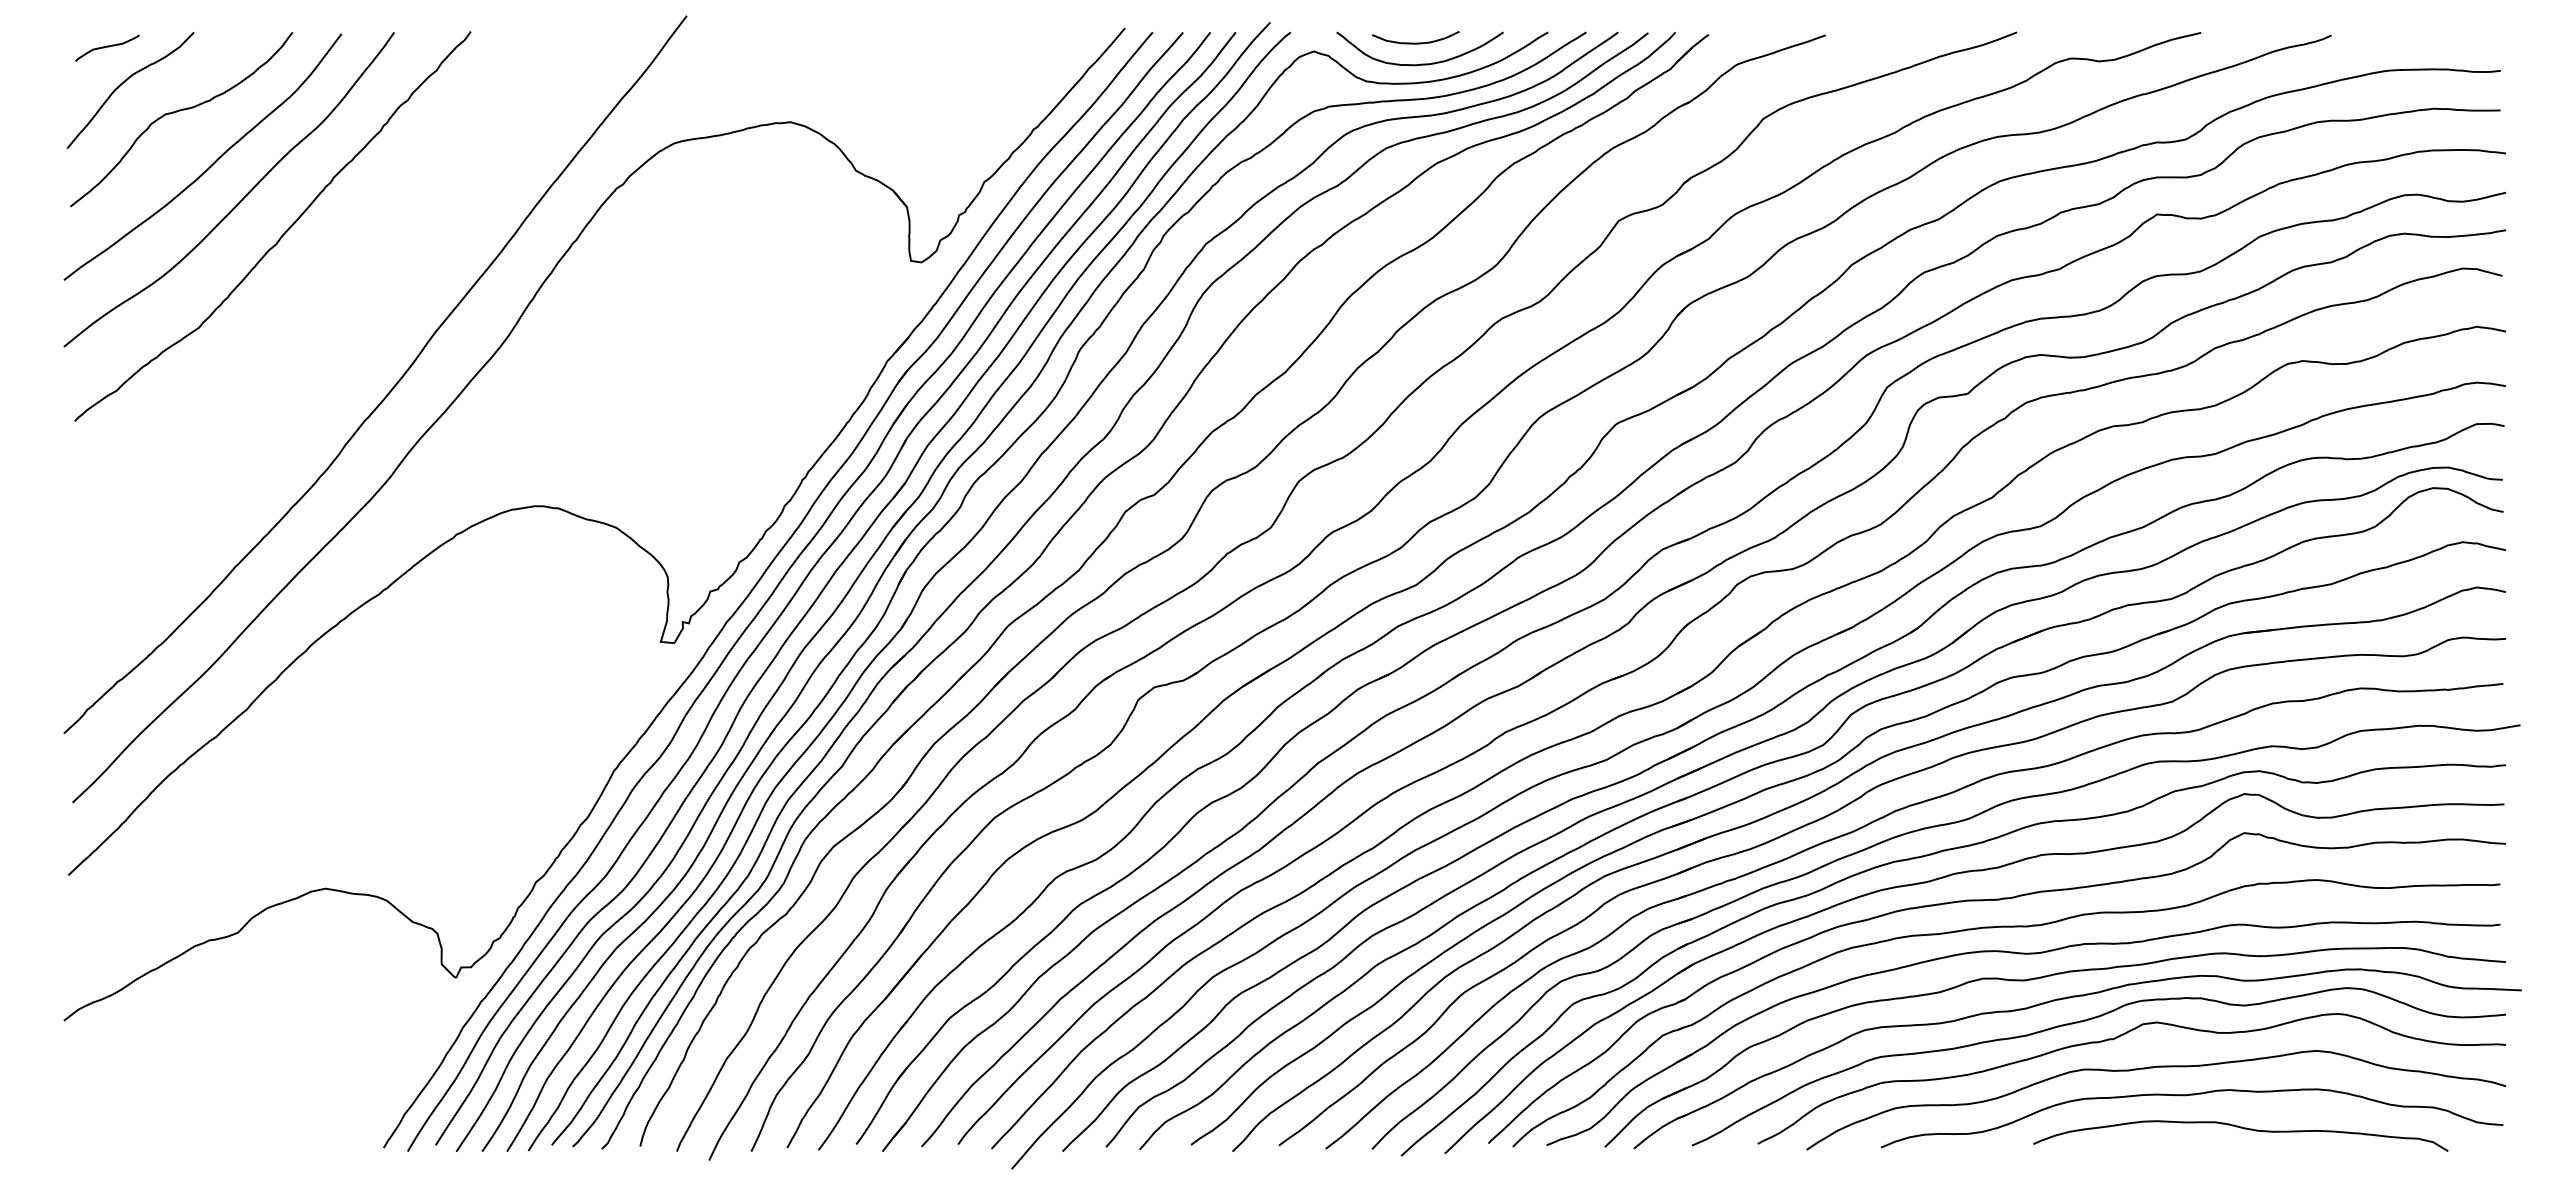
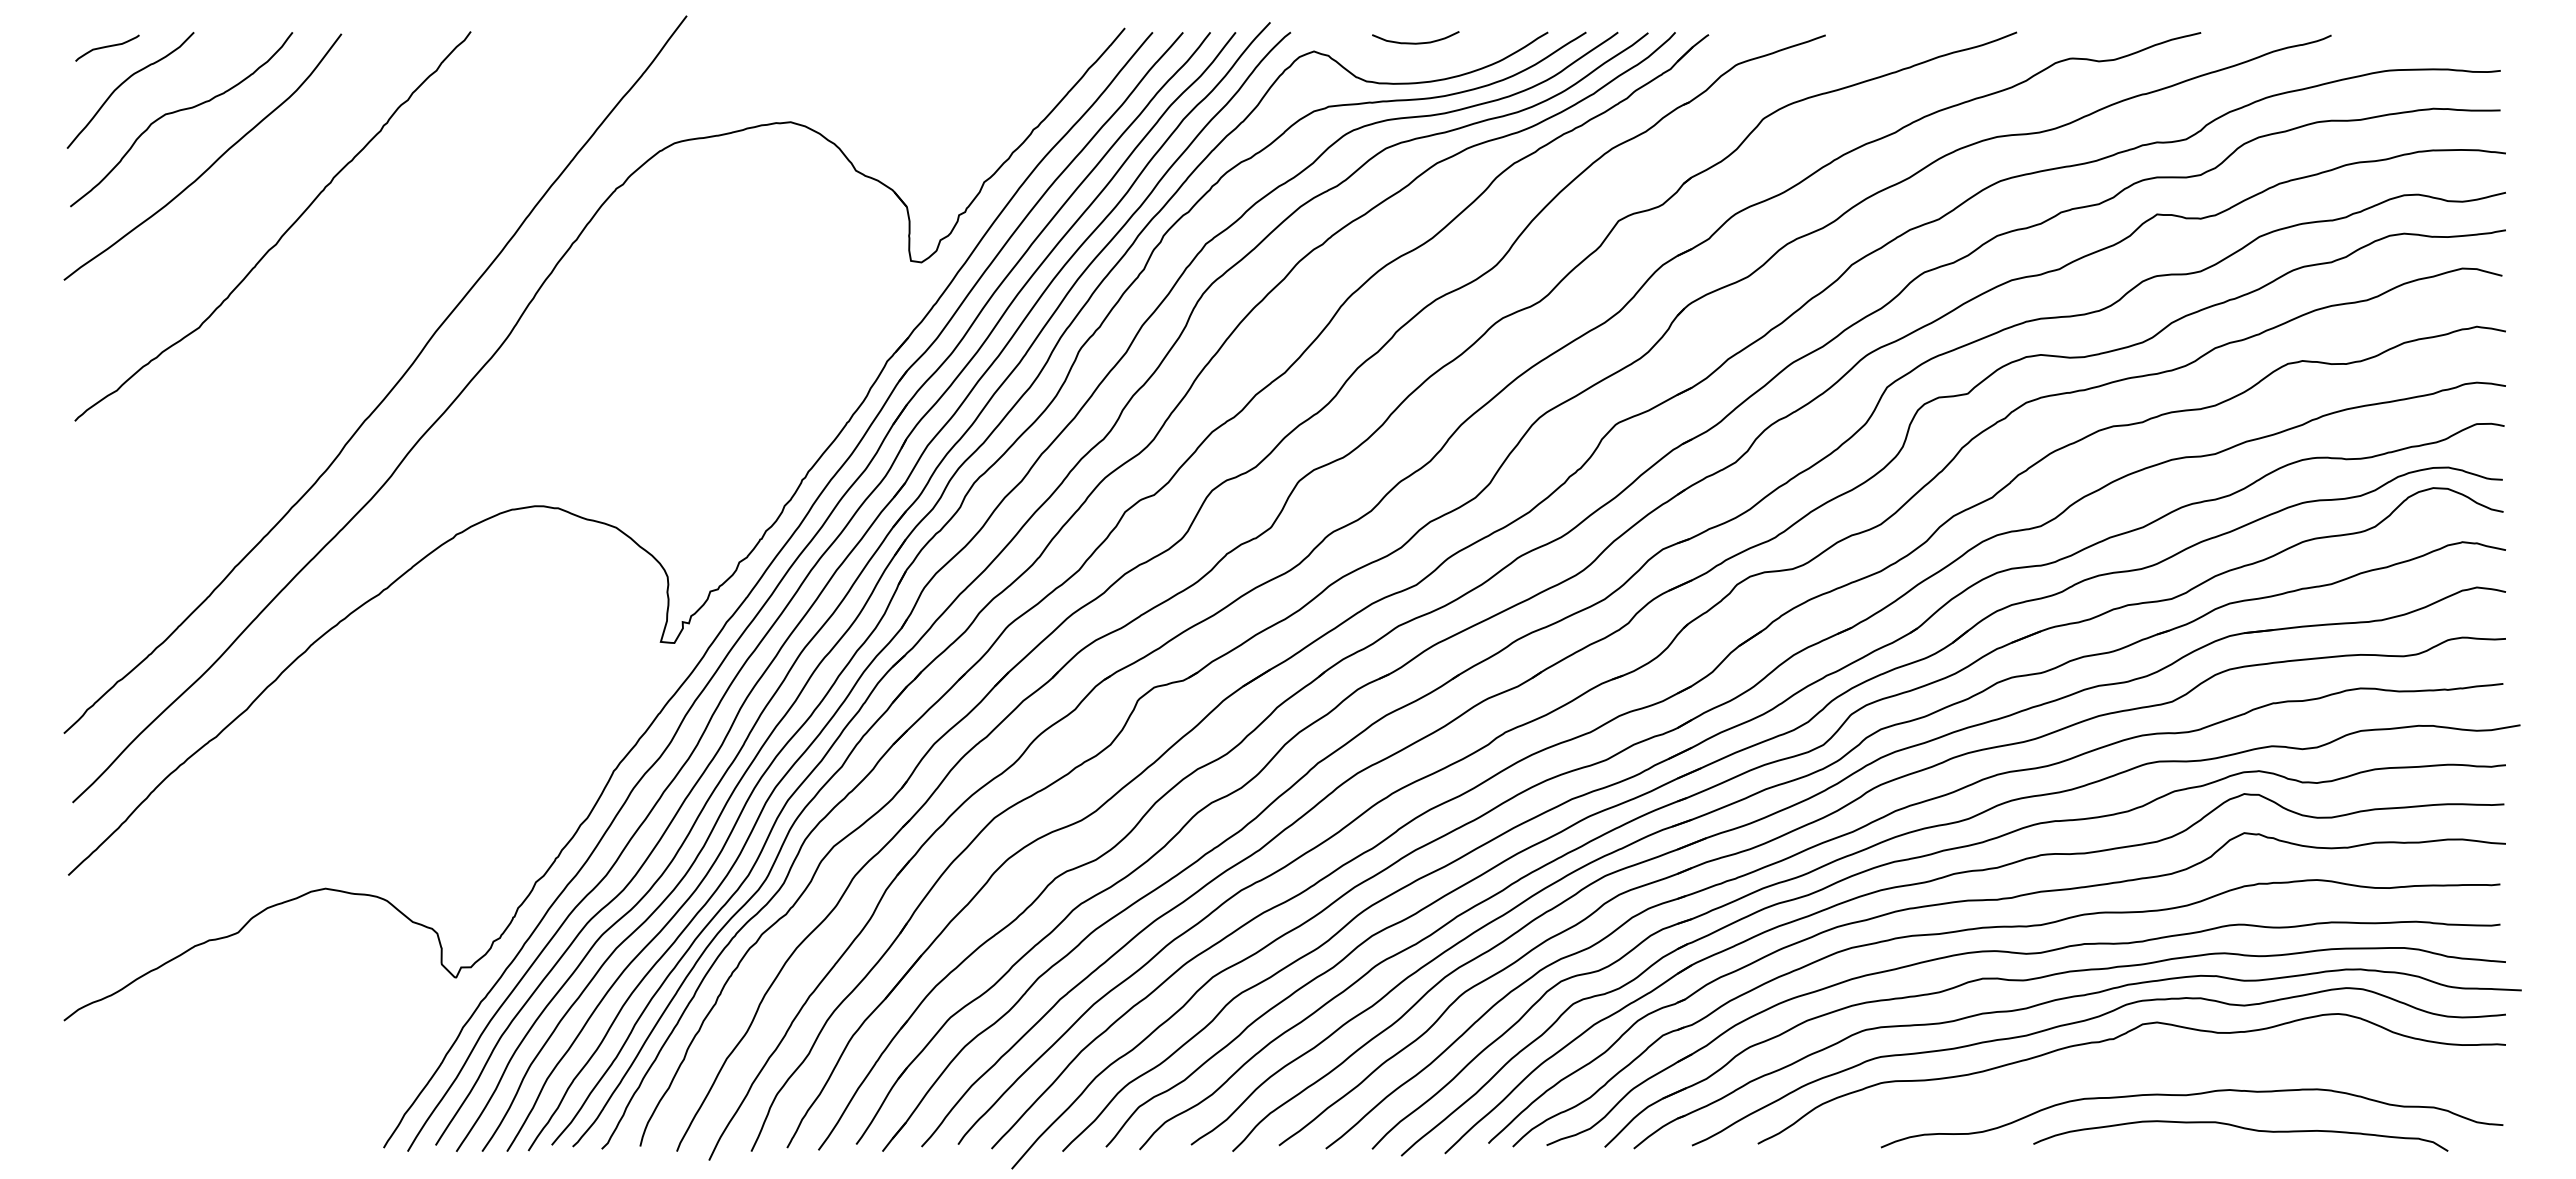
curve at (1420, 63): present -> none
curve at (240, 200): present -> none
curve at (2153, 1068): present -> none
